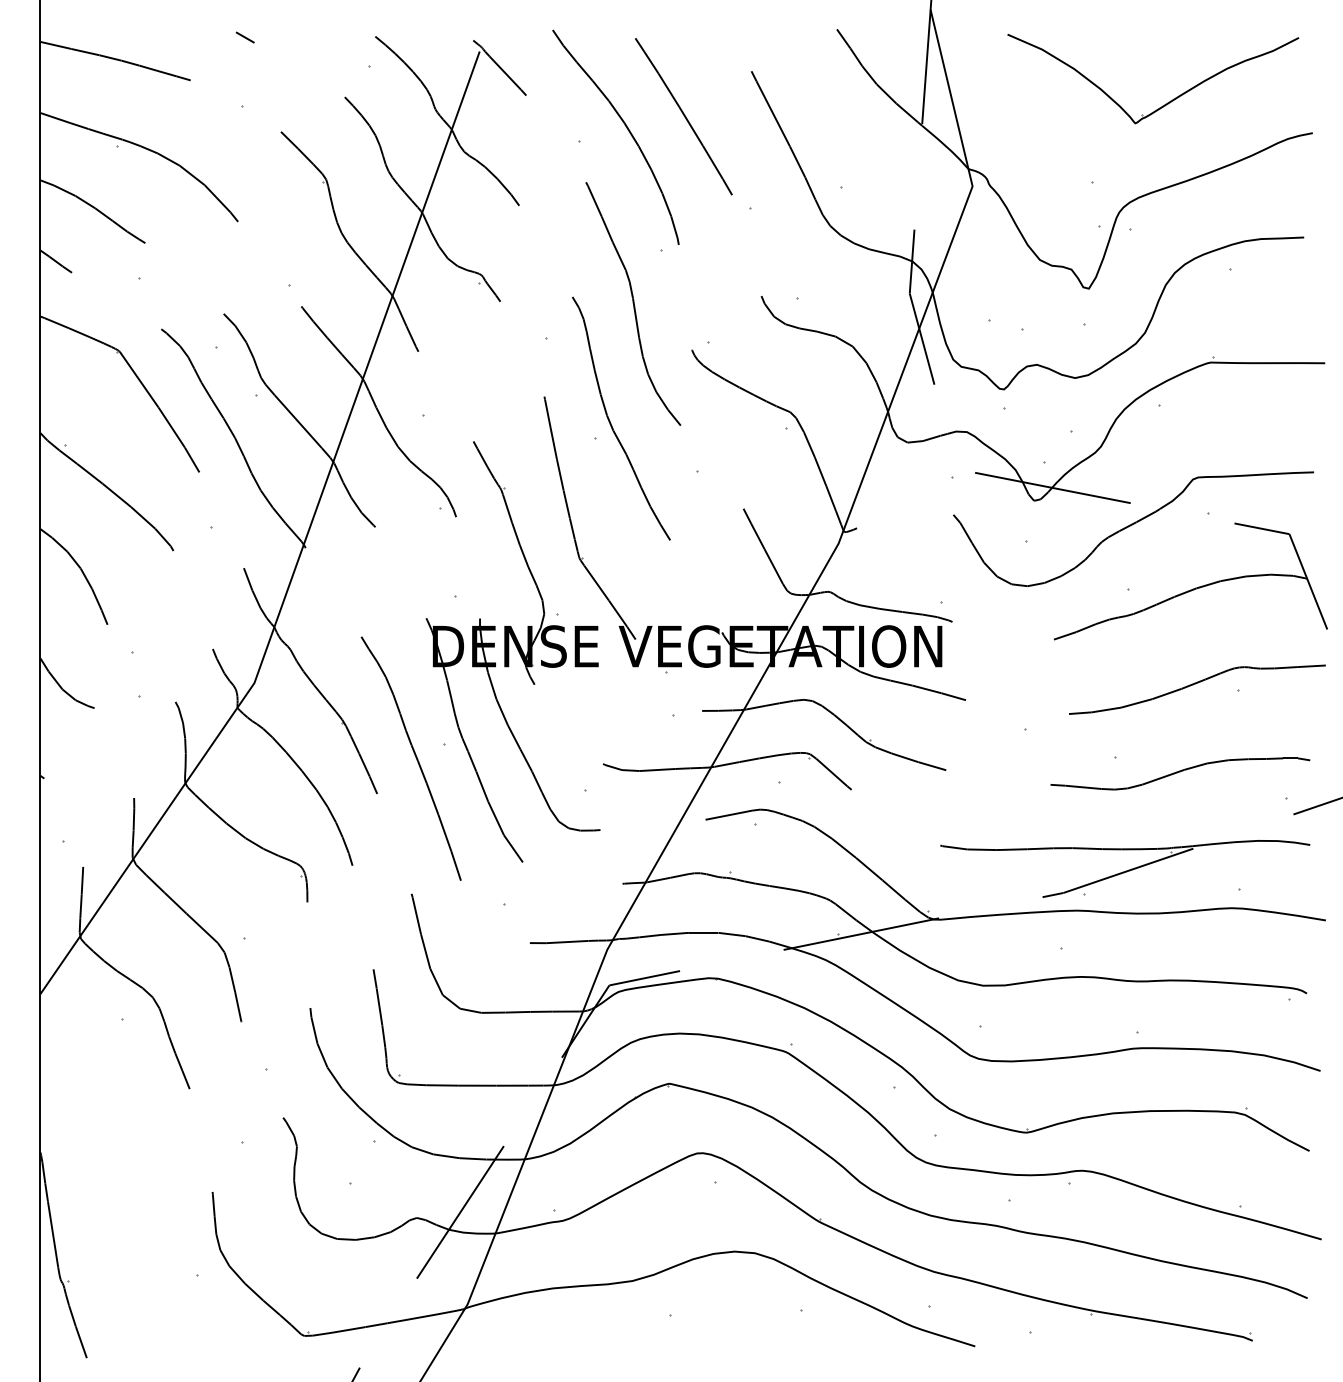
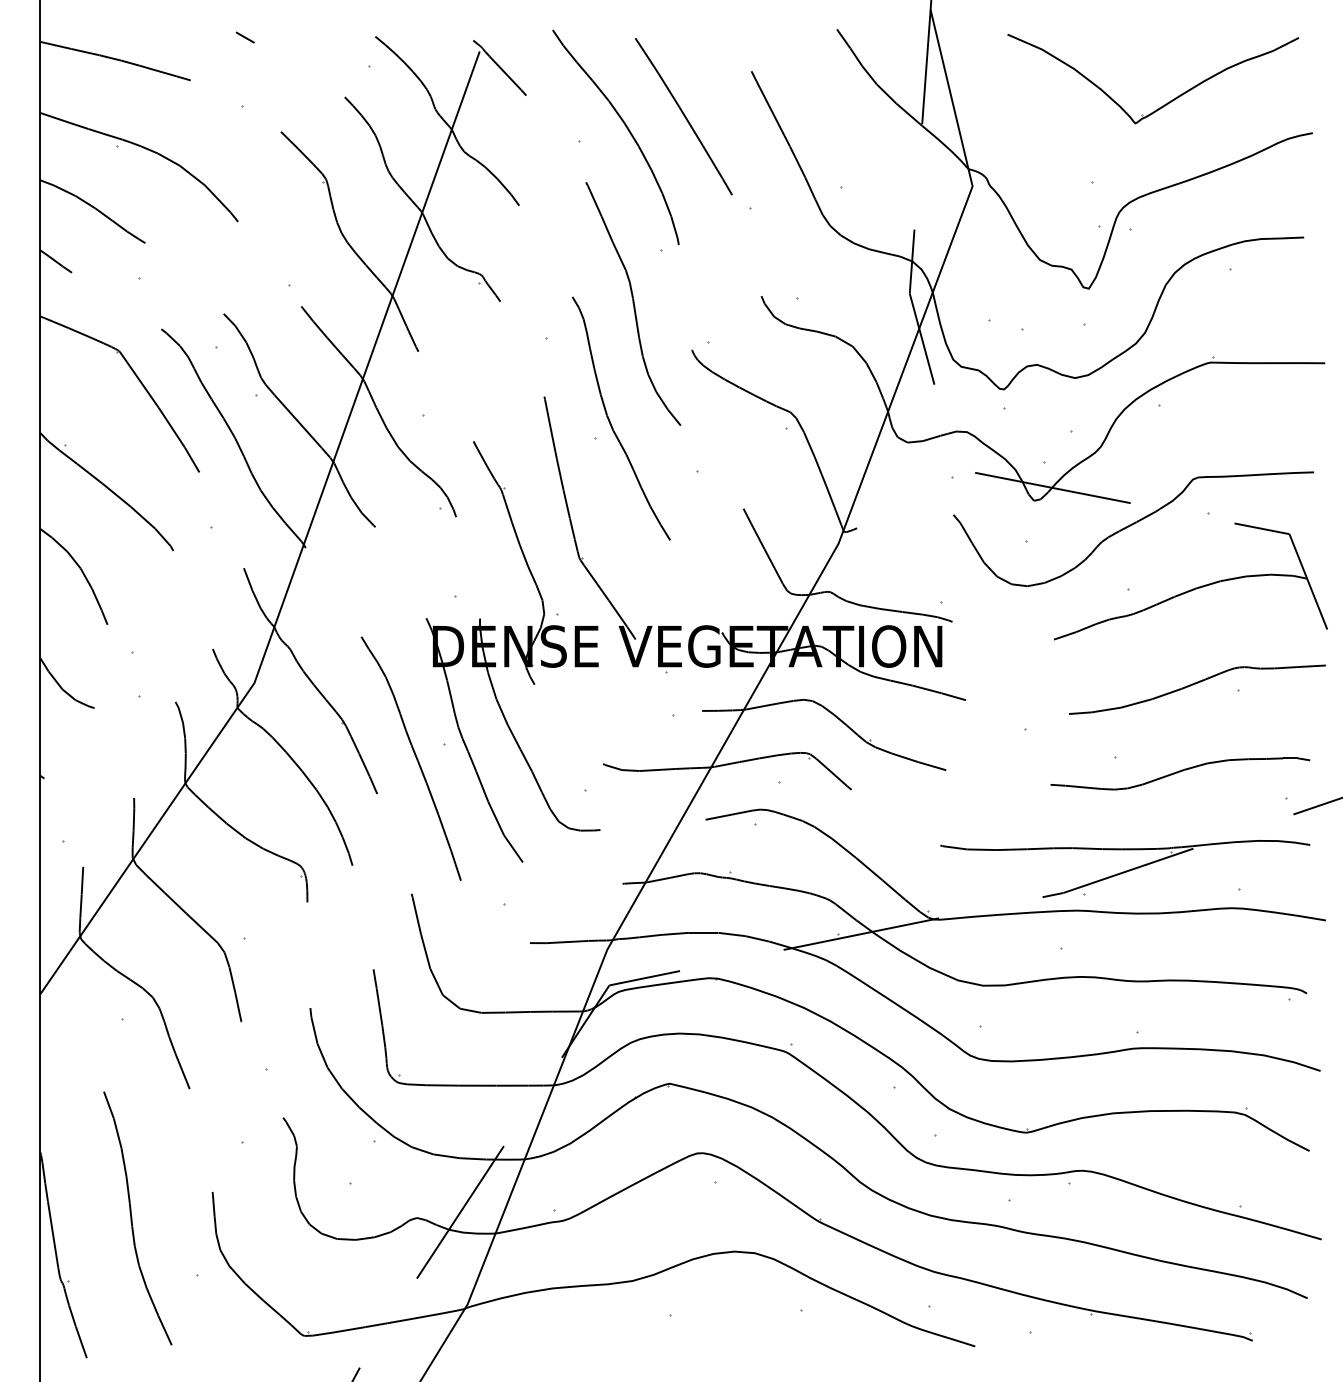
curve at (132, 1218): none -> present
